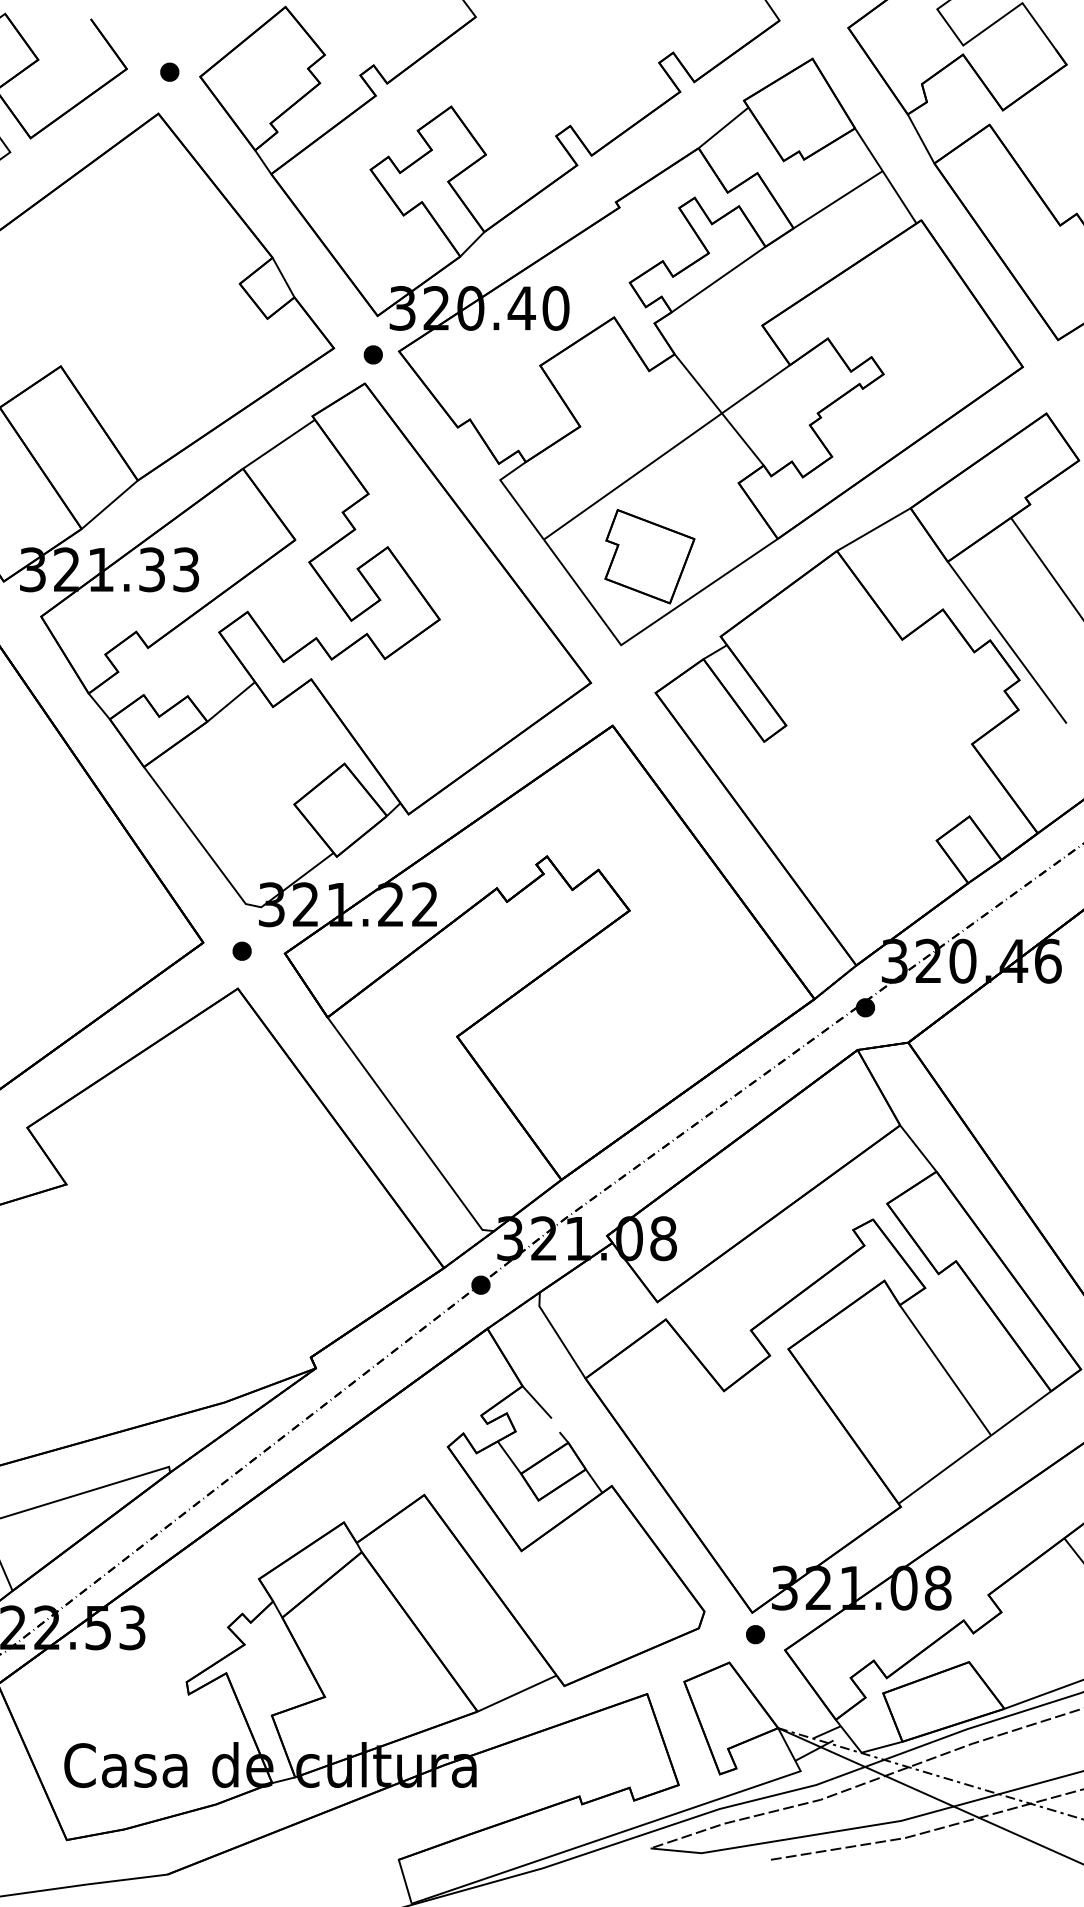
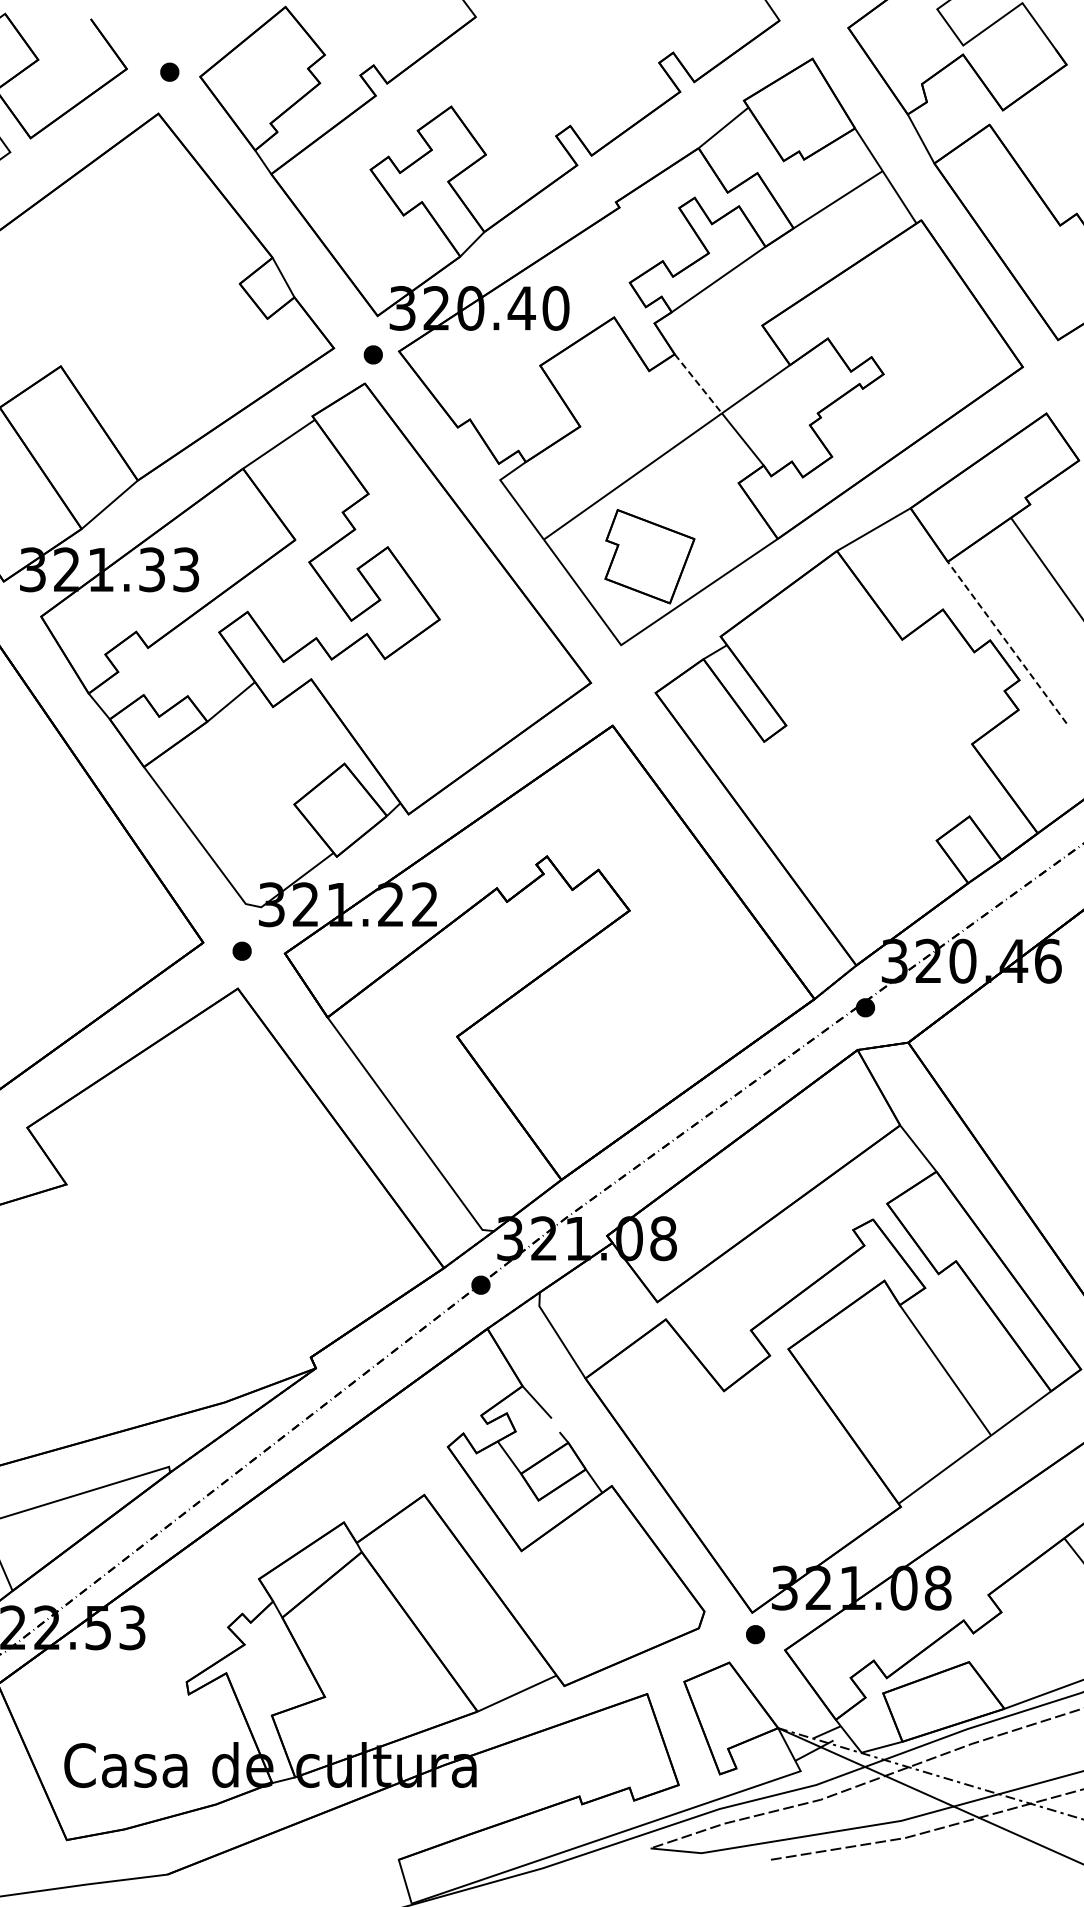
line at (698, 383): solid -> dashed
line at (1006, 642): solid -> dashed
